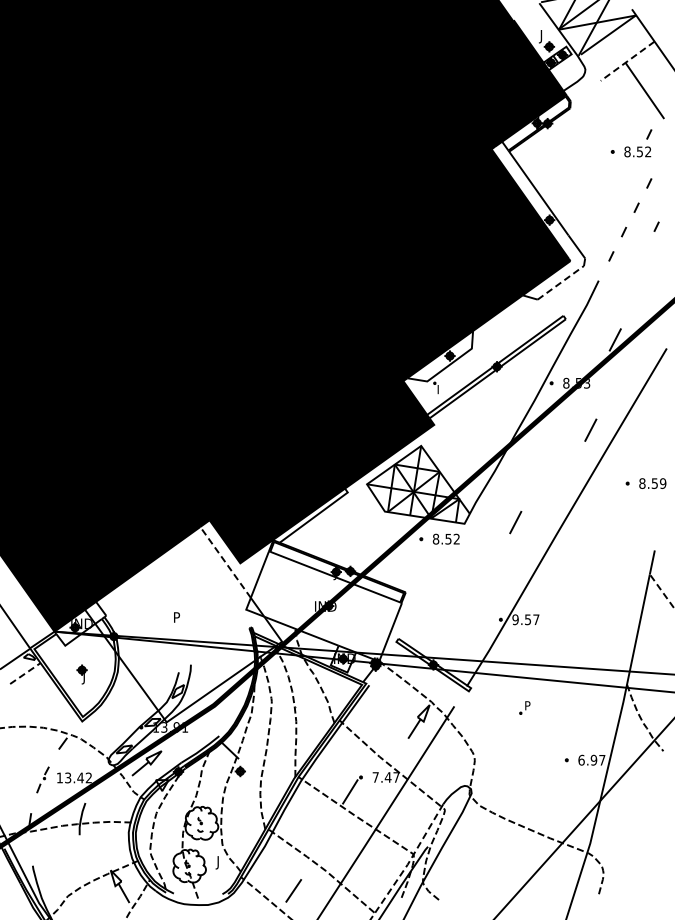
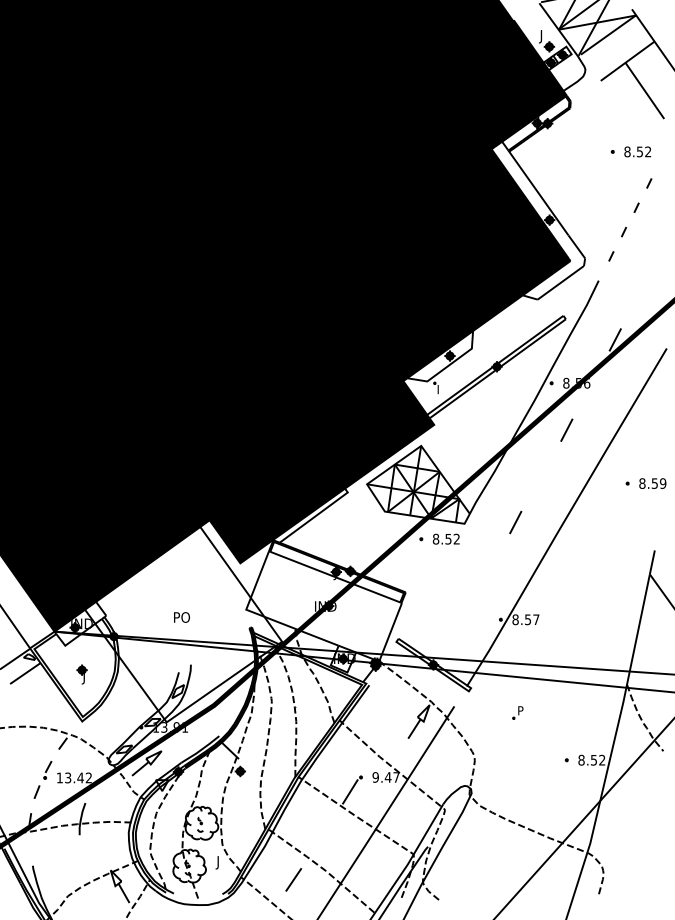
line at (627, 61): dashed -> solid
line at (649, 134): present -> none
line at (656, 226): present -> none
line at (560, 282): dashed -> solid
text at (587, 383): 8.53 -> 8.56
line at (590, 429) position: (590, 429) -> (566, 429)
line at (225, 562): dashed -> solid
line at (662, 592): dashed -> solid
text at (185, 617): P -> PO
text at (515, 619): 9.57 -> 8.57
line at (25, 673): dashed -> solid
part at (524, 707) position: (524, 707) -> (517, 712)
text at (591, 759): 6.97 -> 8.52
text at (375, 777): 7.47 -> 9.47
part at (42, 779) size: 14x28 px -> 20x38 px
line at (408, 863): dashed -> solid
line at (293, 890) position: (293, 890) -> (293, 879)
